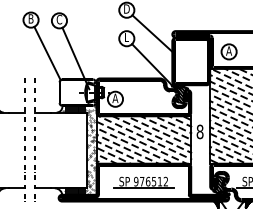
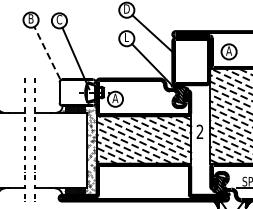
line at (47, 52): solid -> dashed
text at (199, 131): 8 -> 2
part at (143, 182): present -> none
